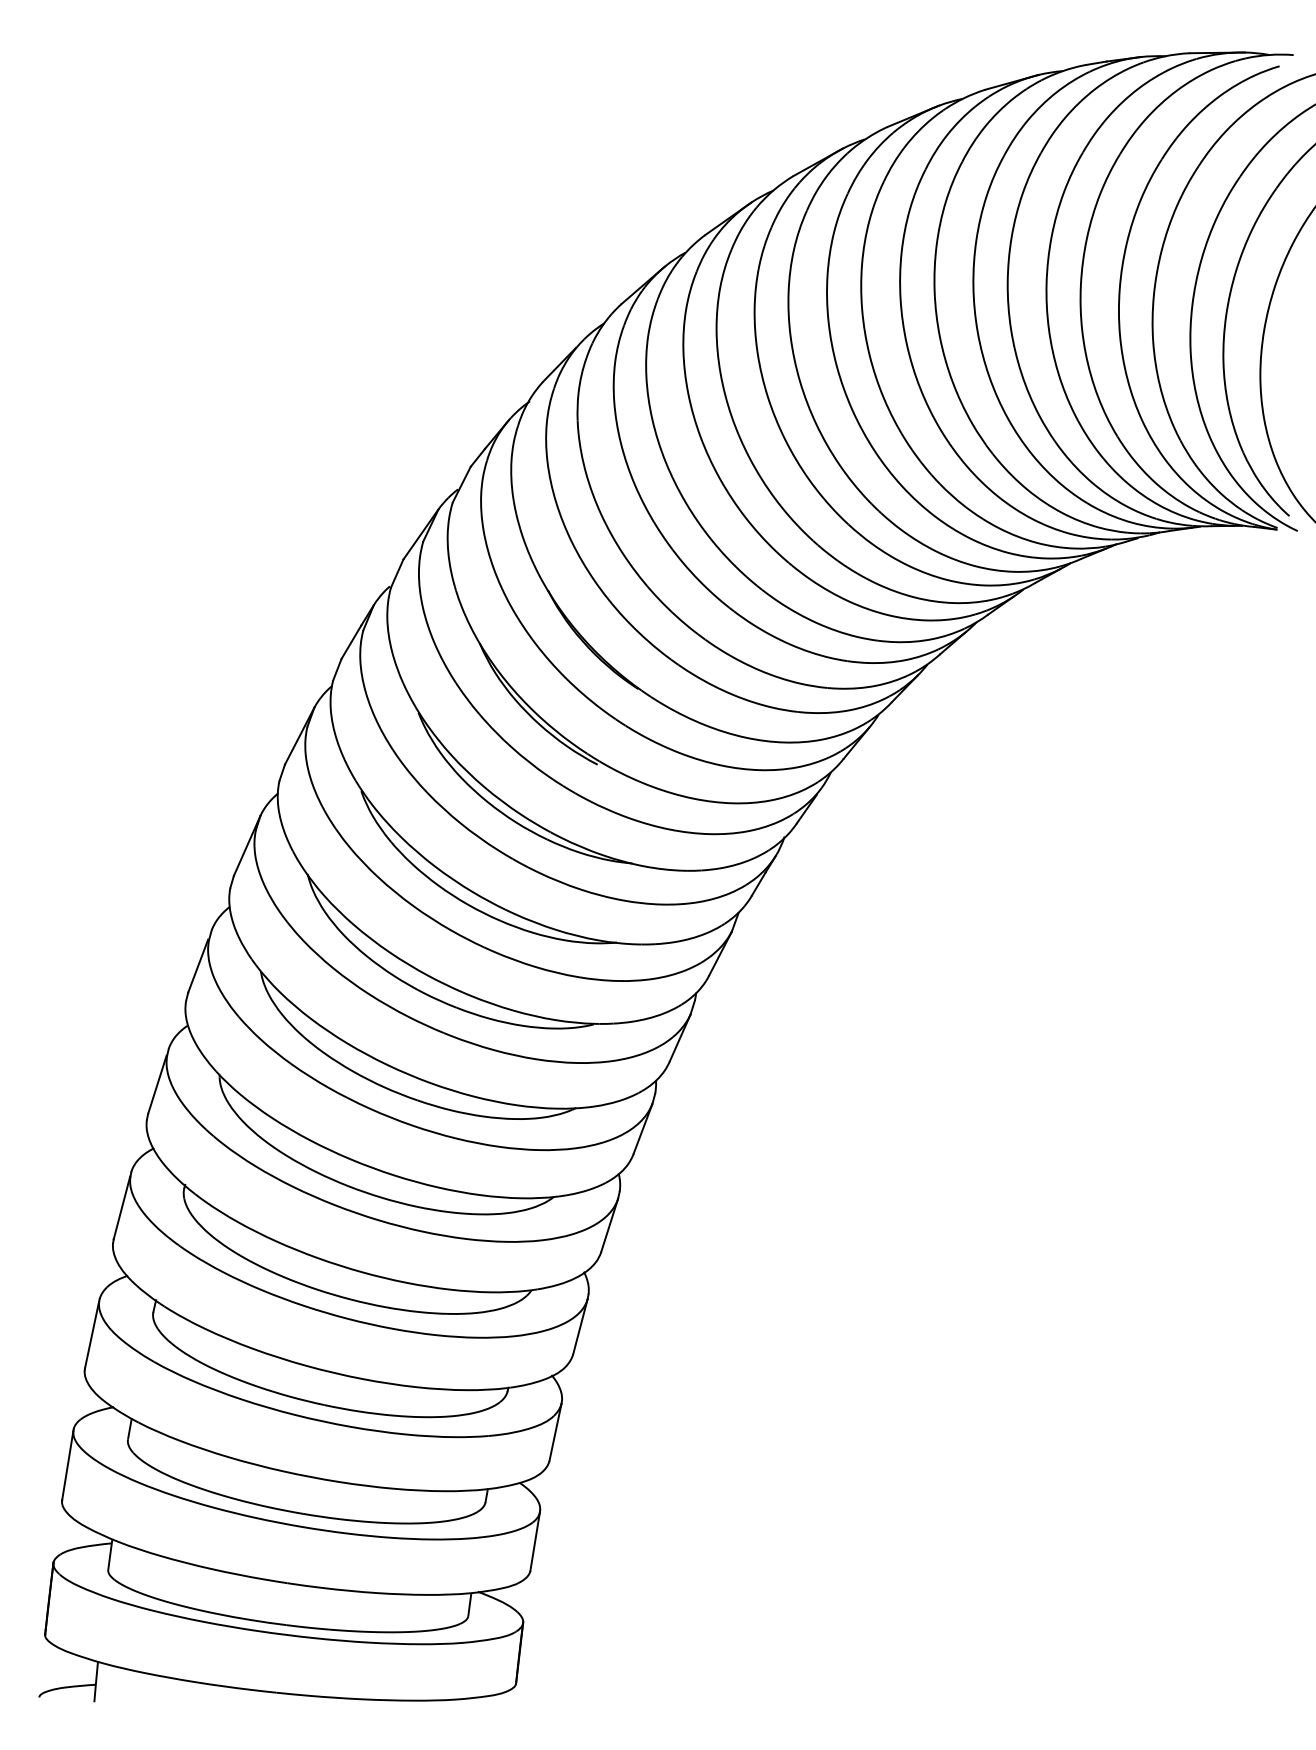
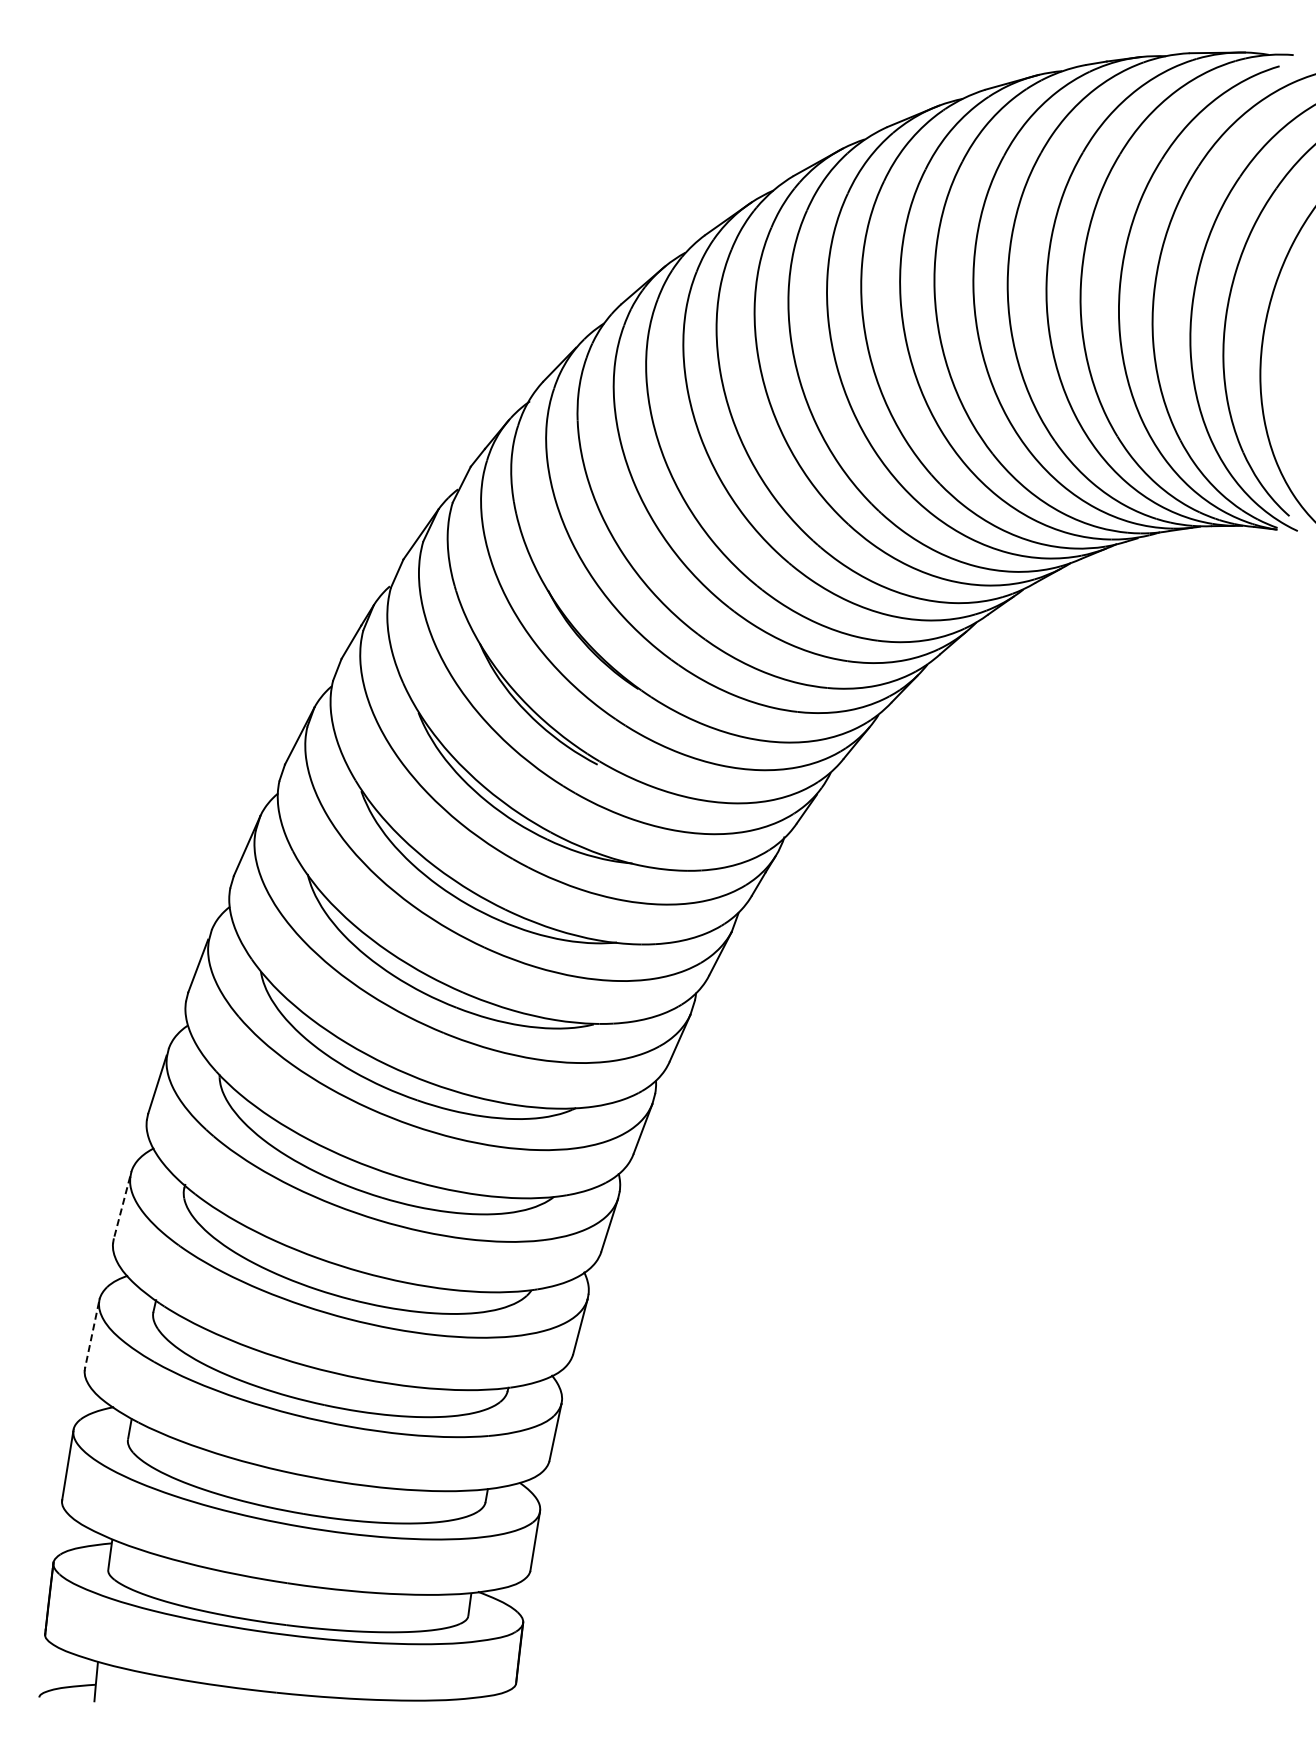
line at (121, 1208): solid -> dashed
line at (92, 1335): solid -> dashed
